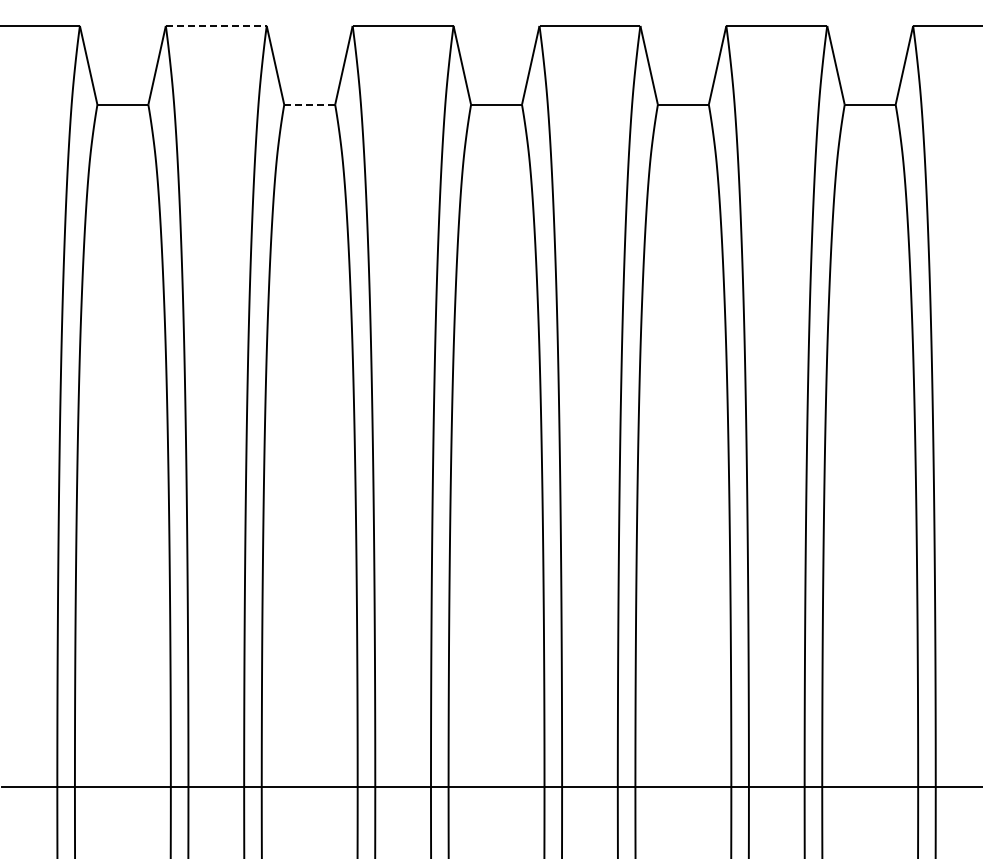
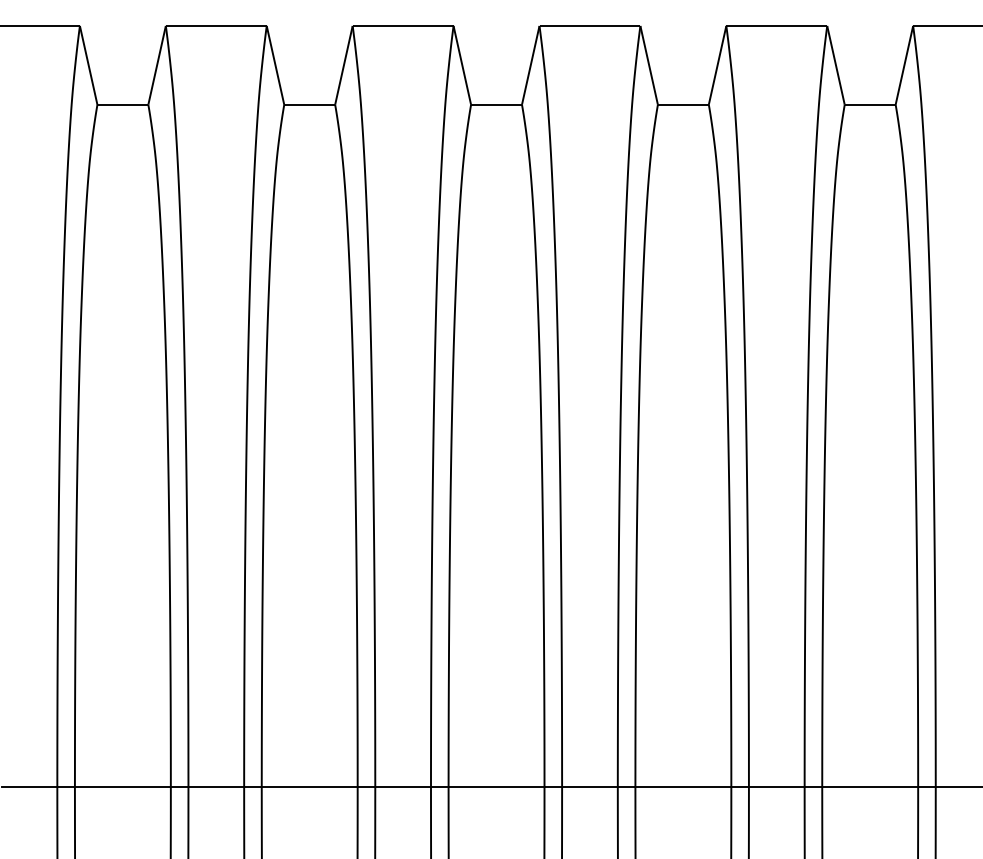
line at (216, 25): dashed -> solid
line at (309, 104): dashed -> solid
